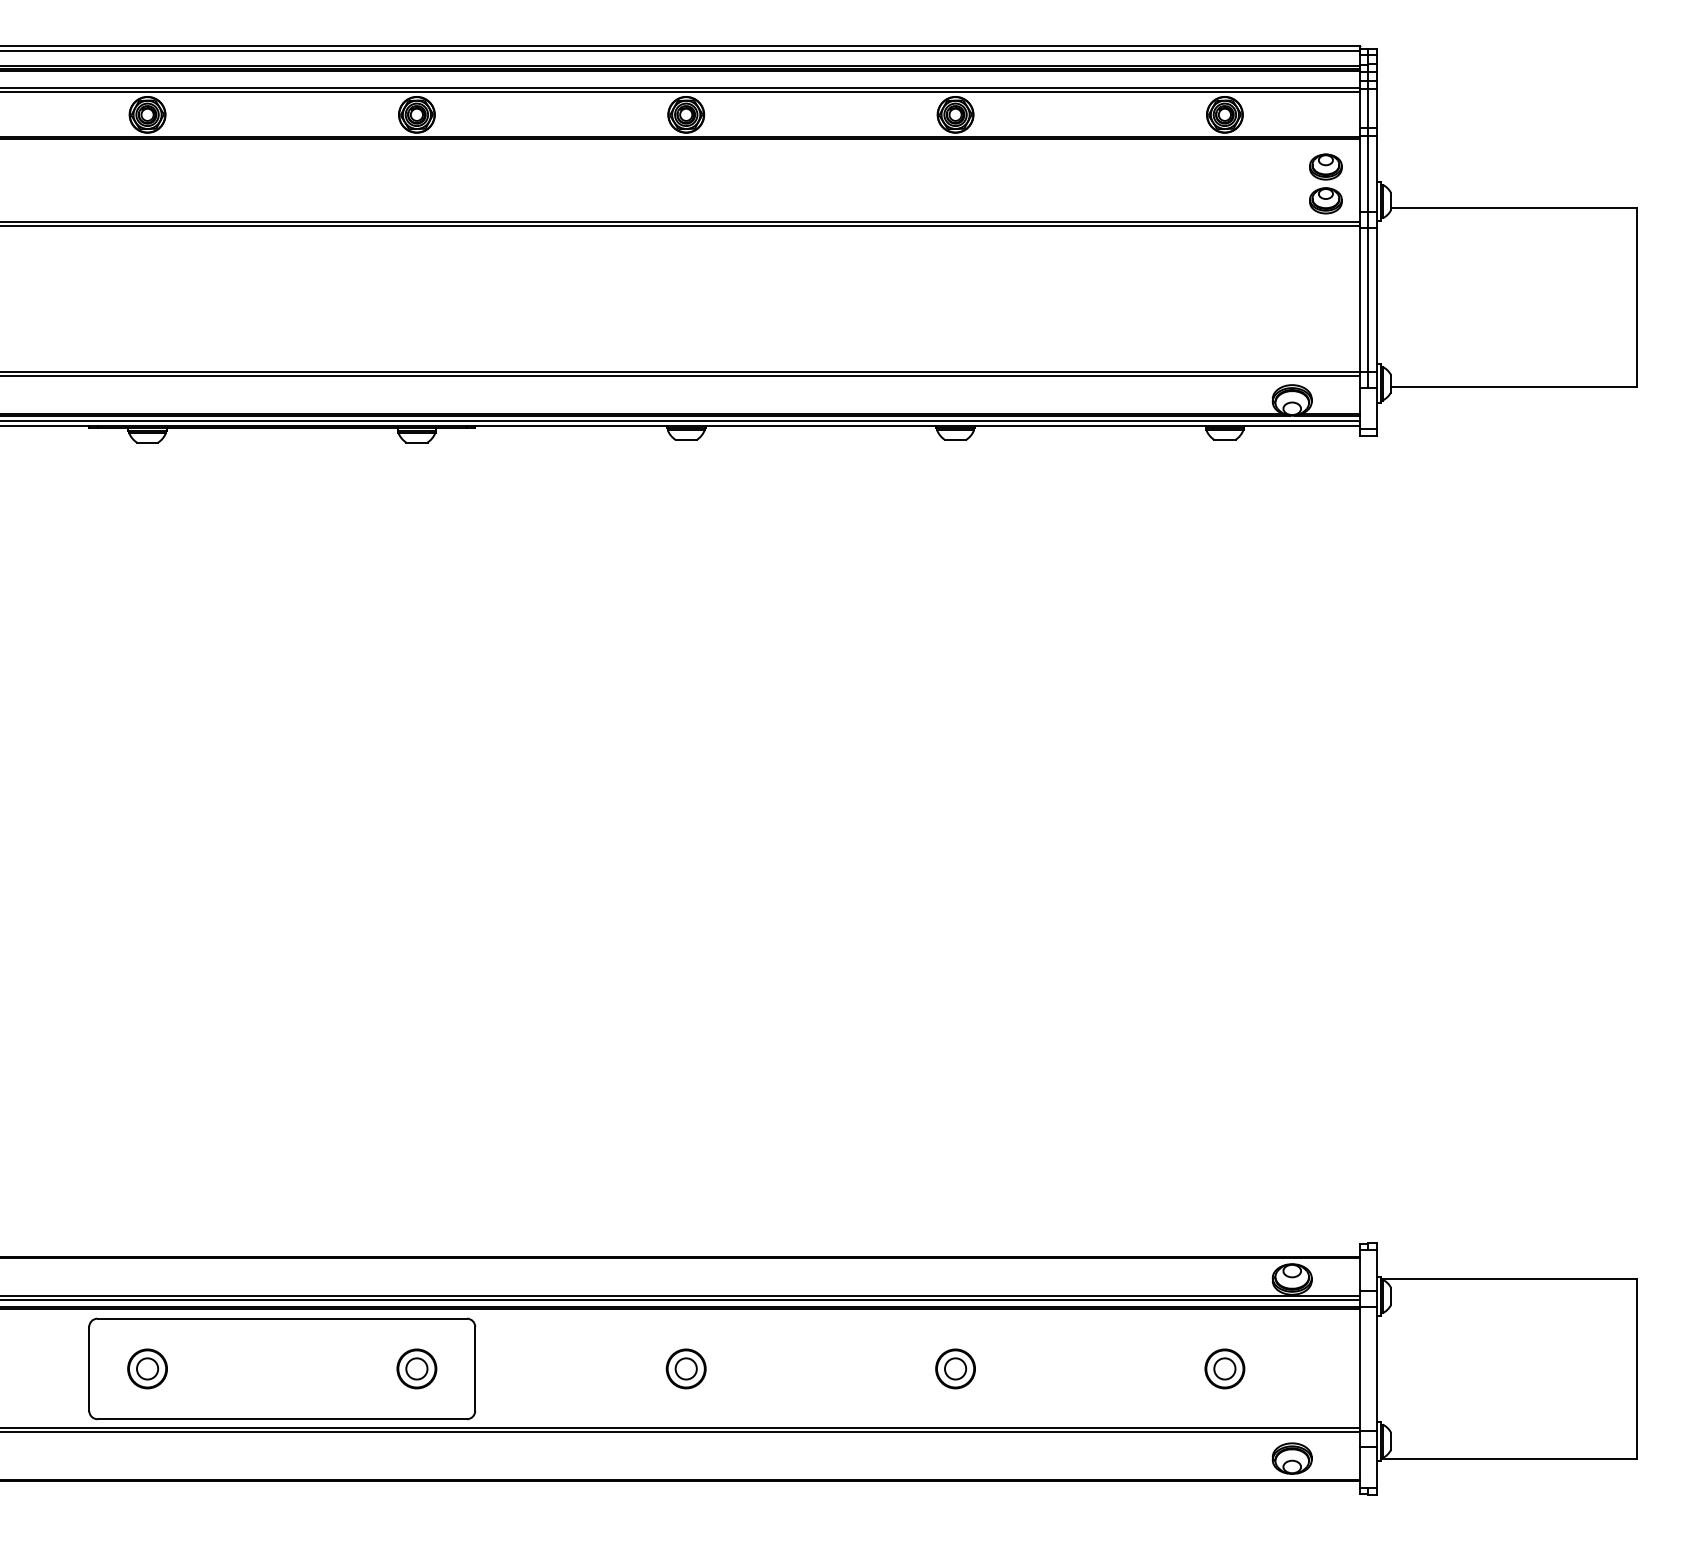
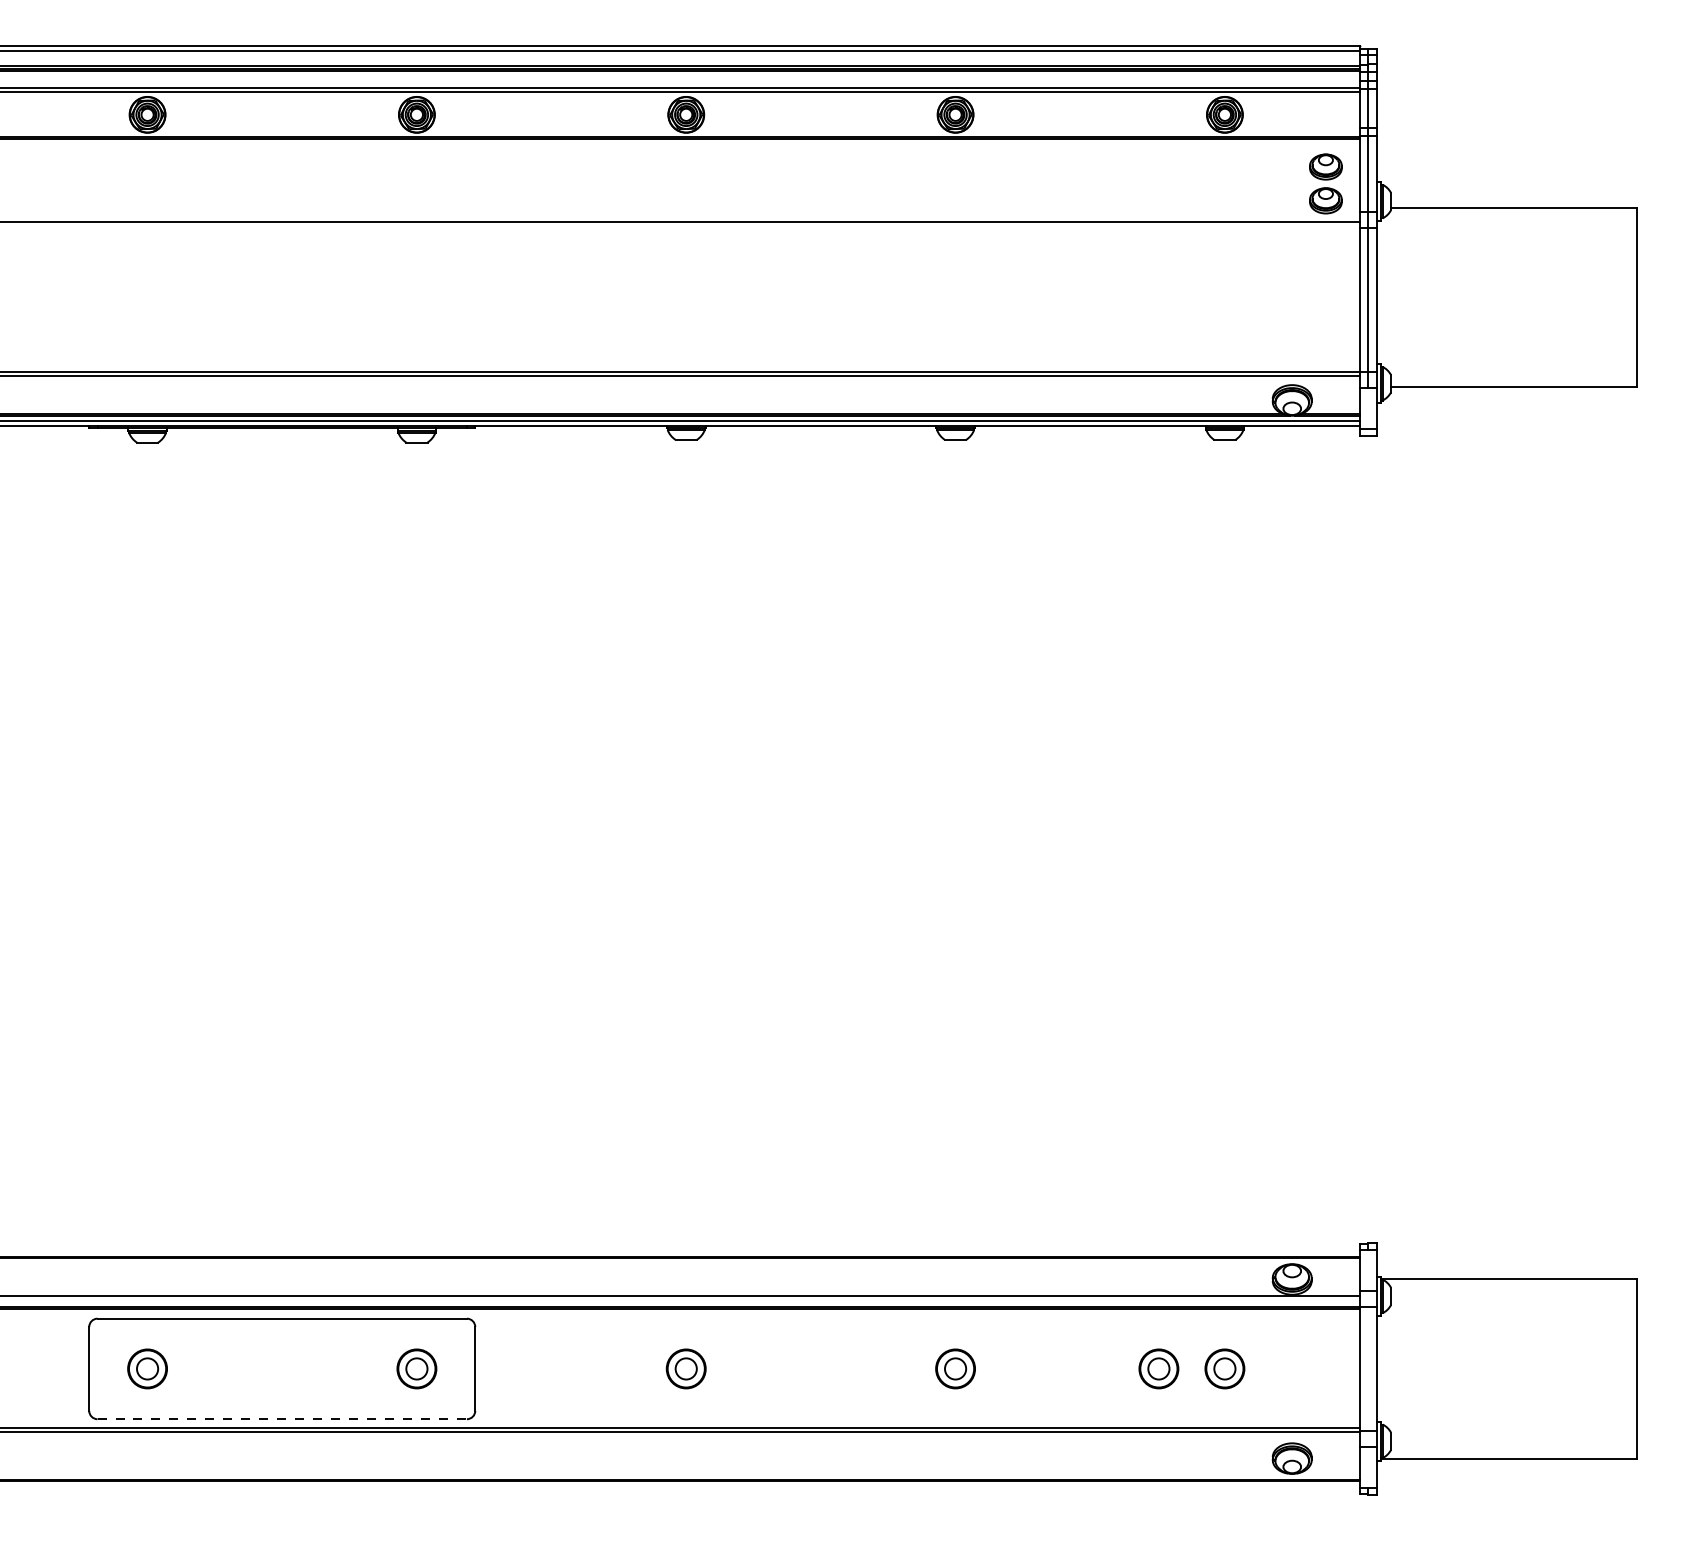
line at (680, 225): present -> none
line at (680, 1300): present -> none
part at (1158, 1368): none -> present
line at (282, 1419): solid -> dashed
